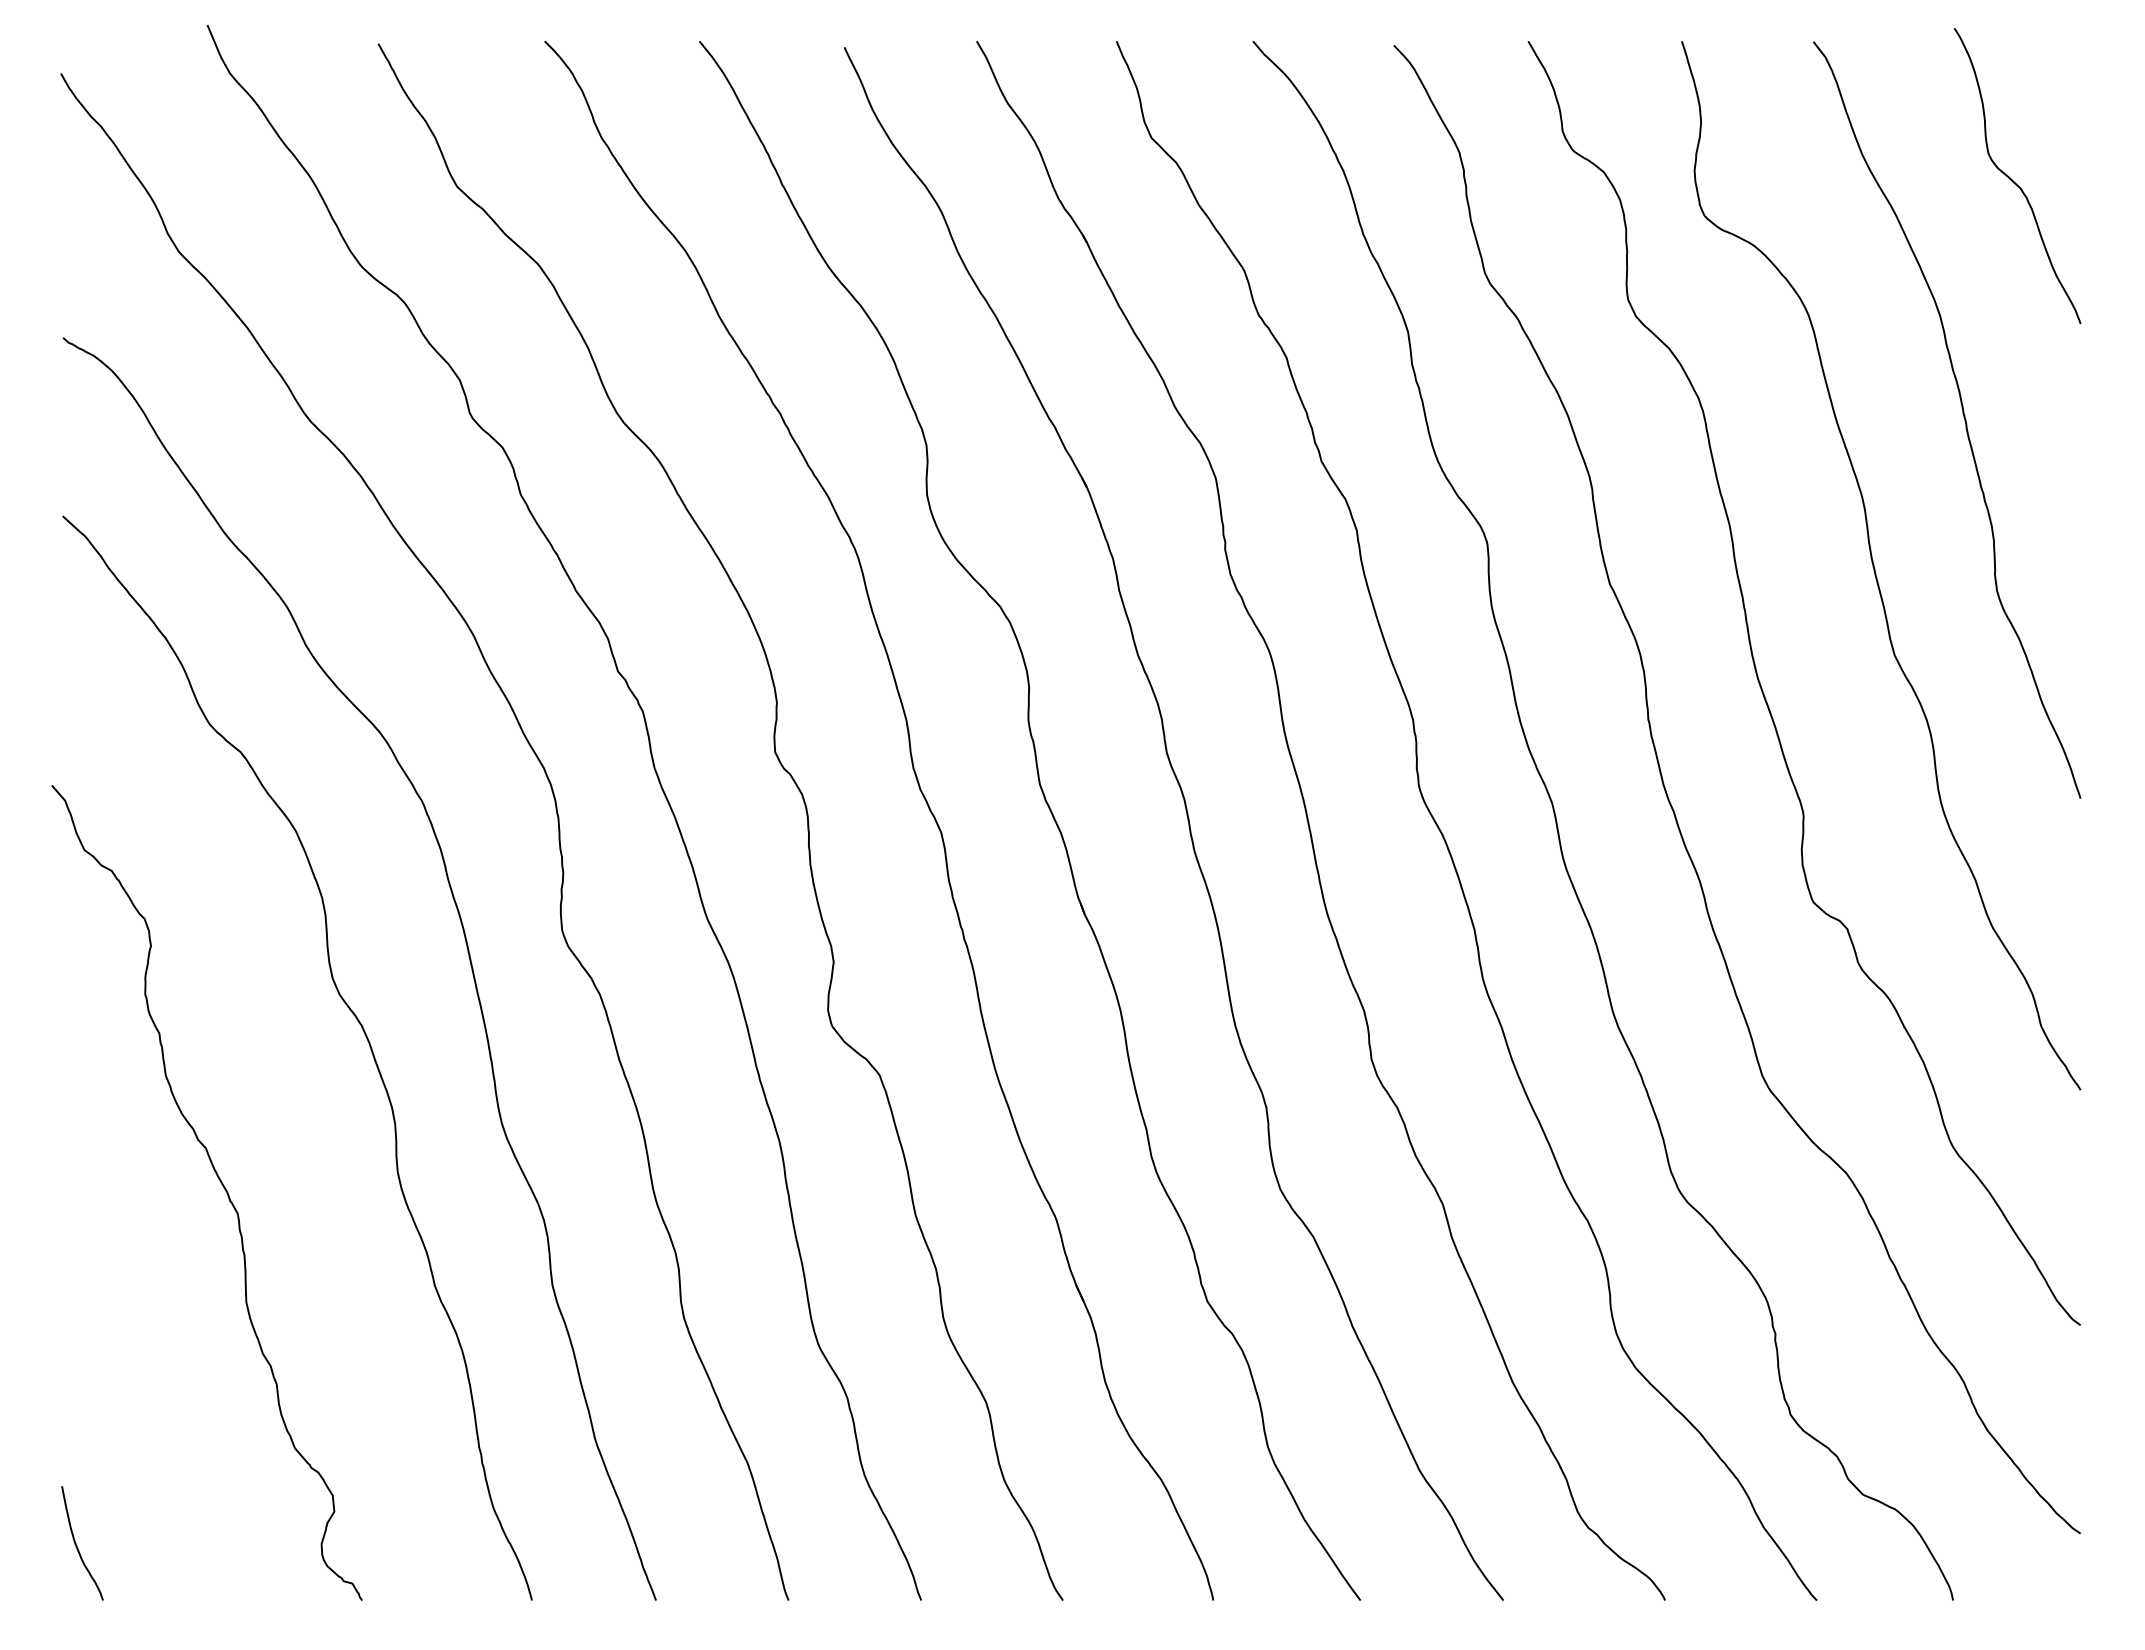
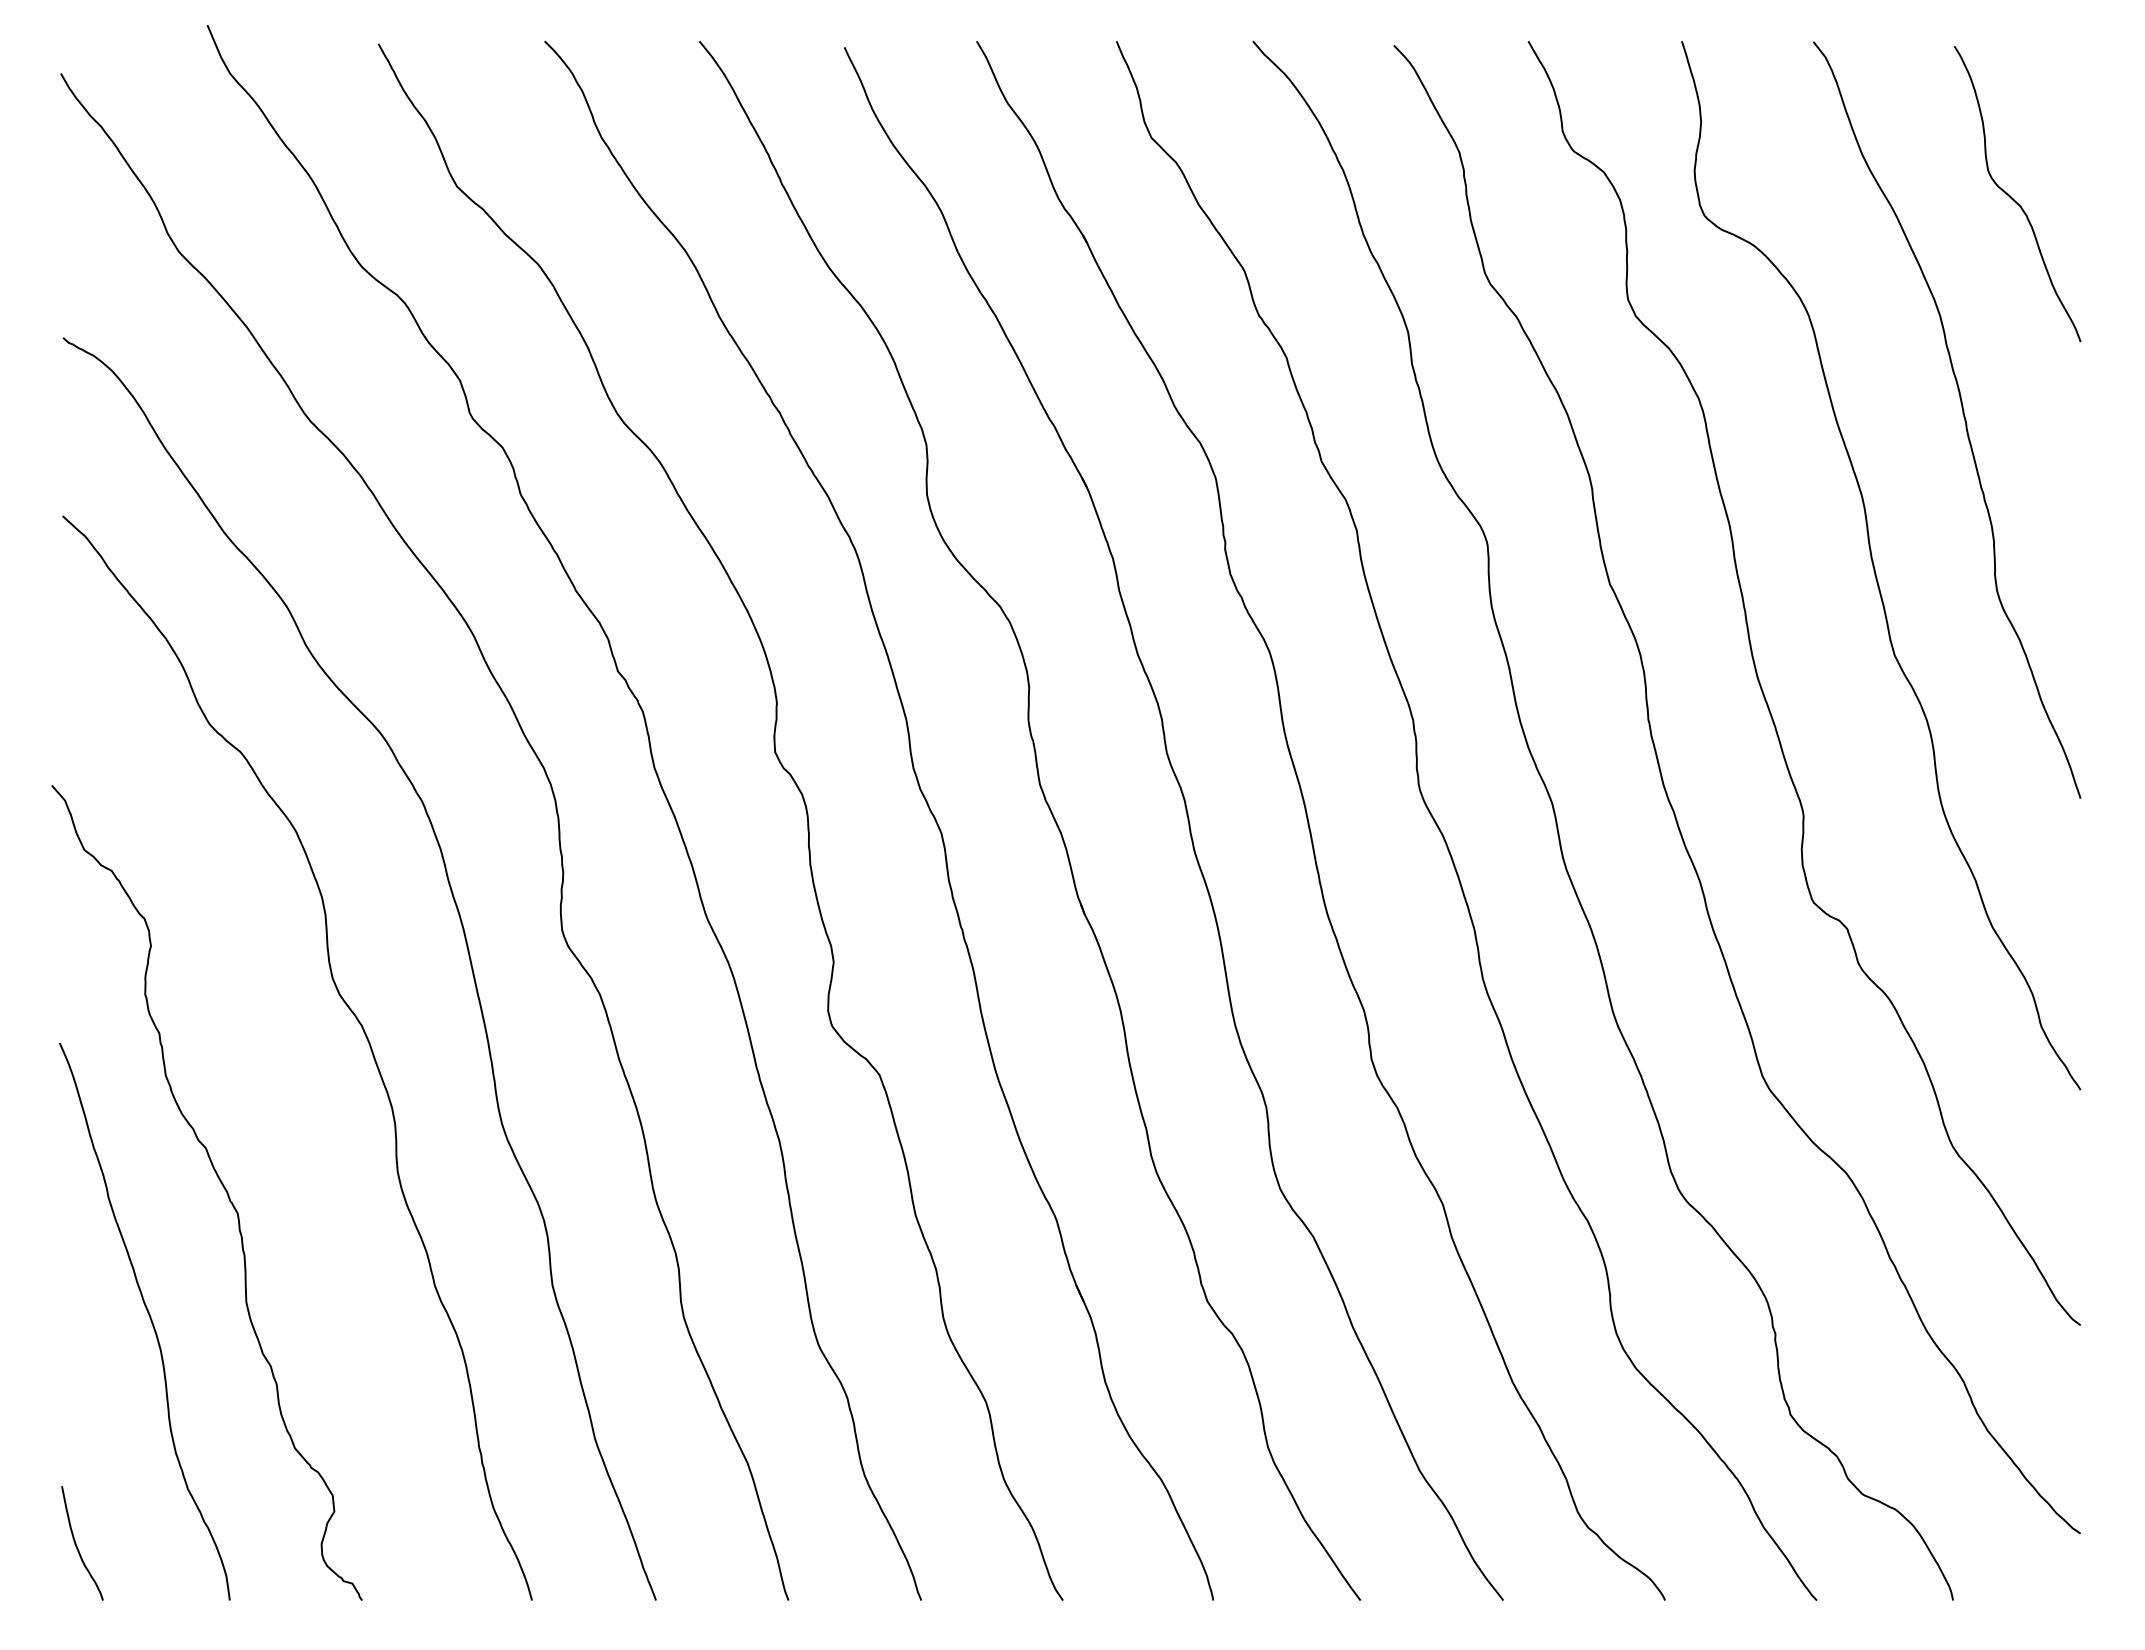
curve at (2013, 180) position: (2013, 180) -> (2013, 198)
curve at (149, 1318): none -> present
